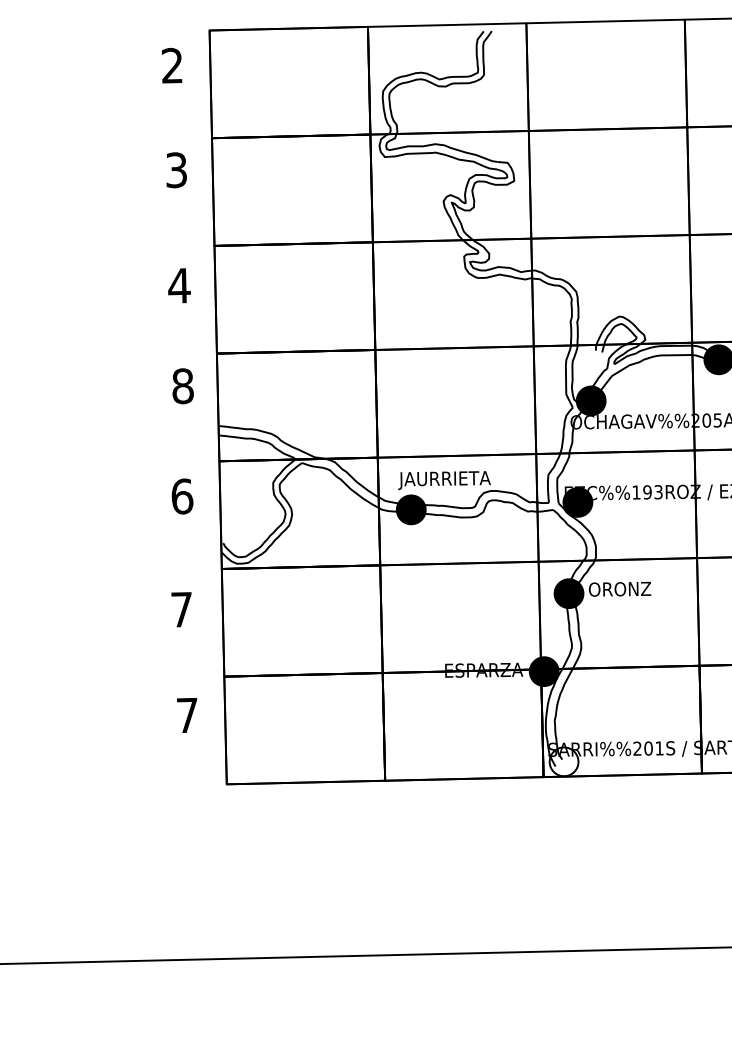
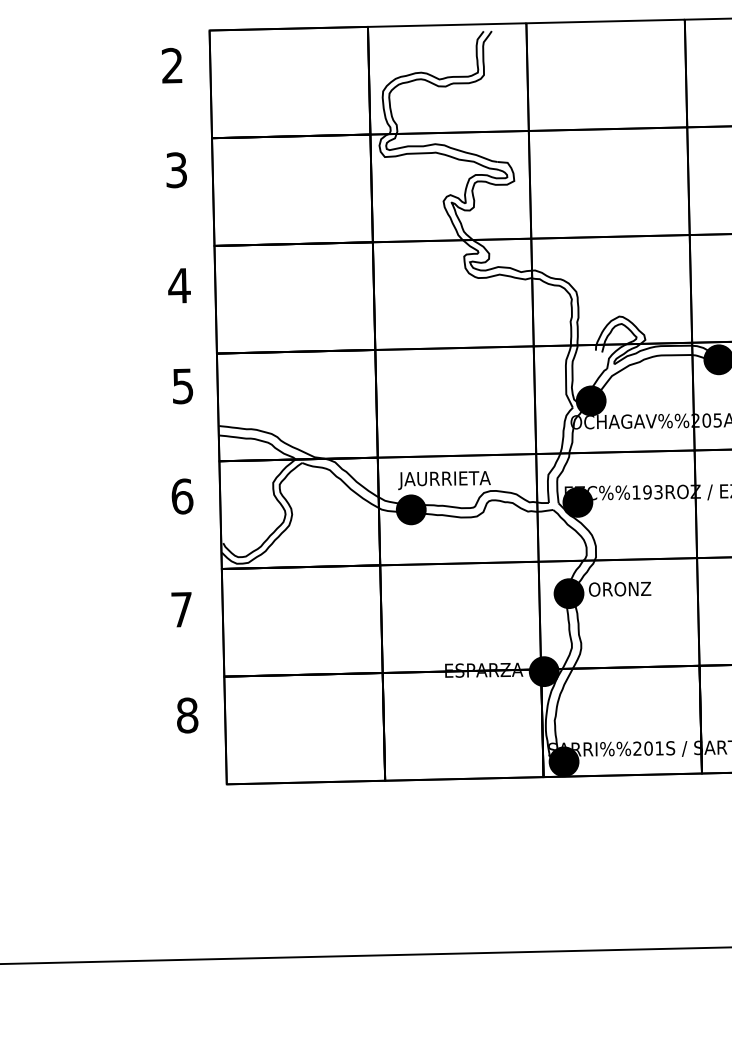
text at (182, 386): 8 -> 5
text at (187, 715): 7 -> 8
fill at (563, 761): none -> present
